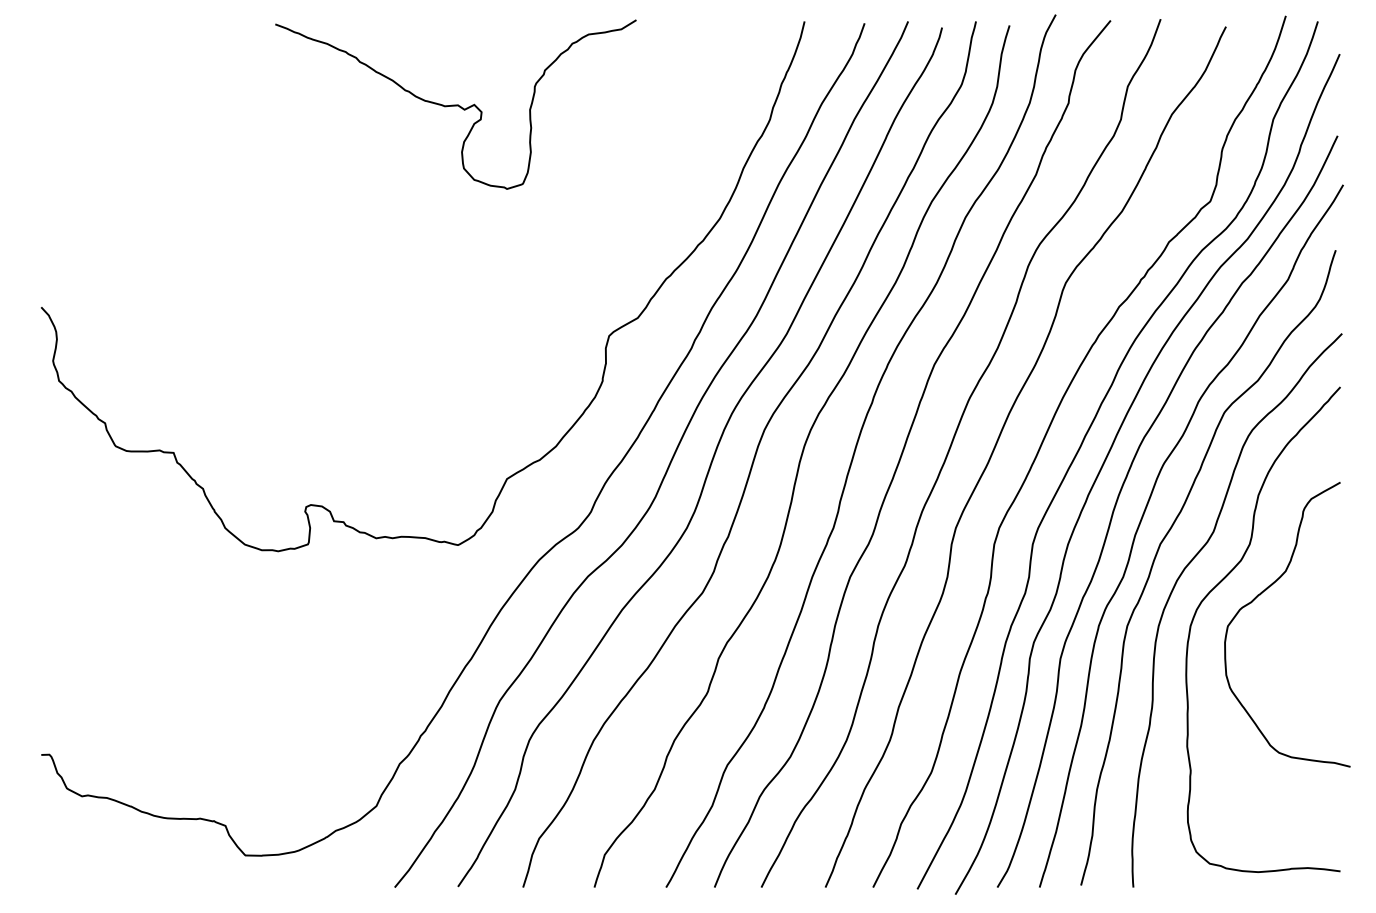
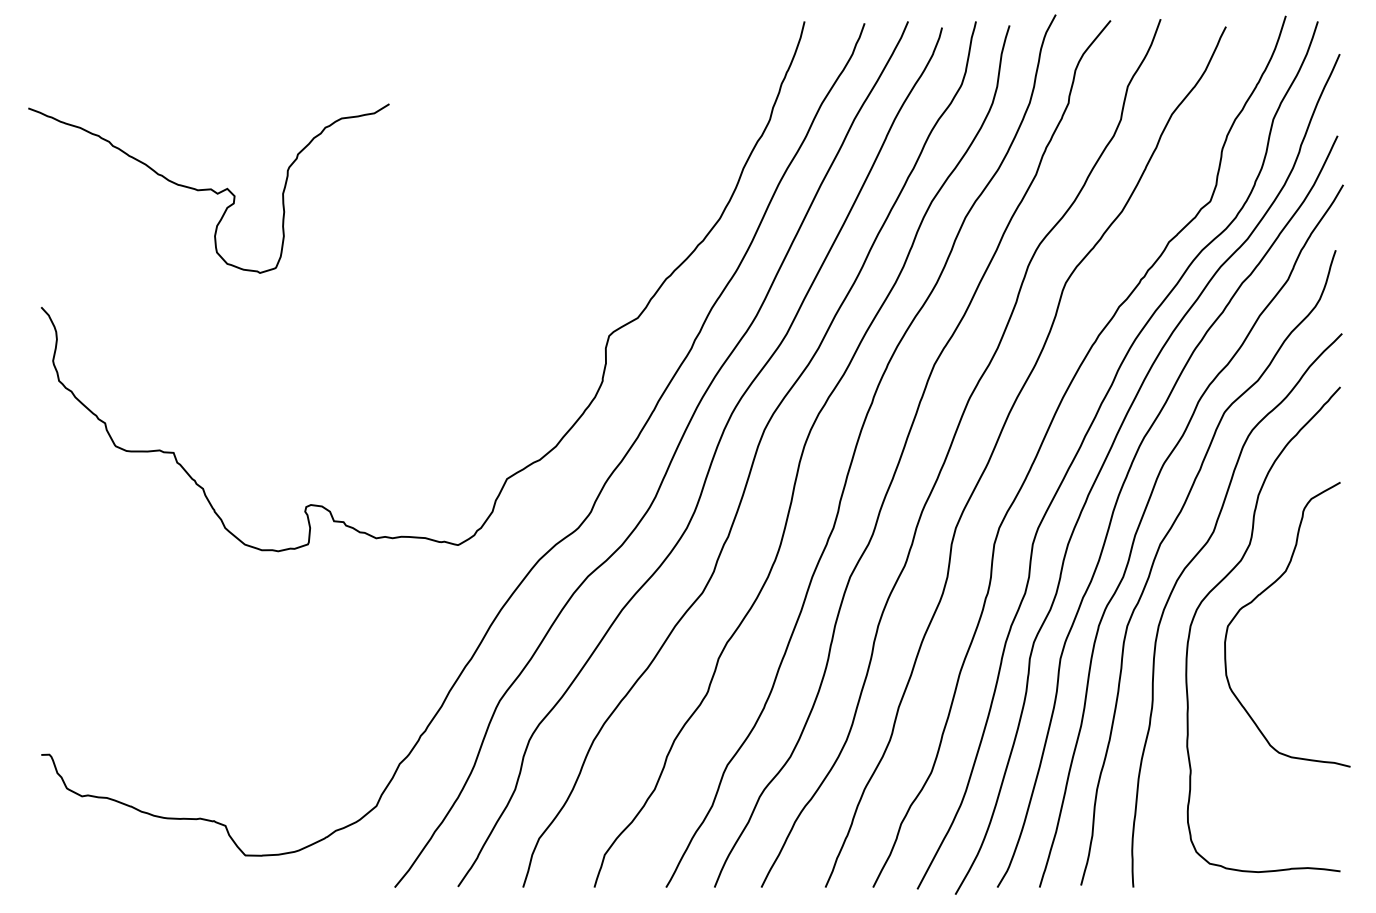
curve at (455, 104) position: (455, 104) -> (208, 188)
